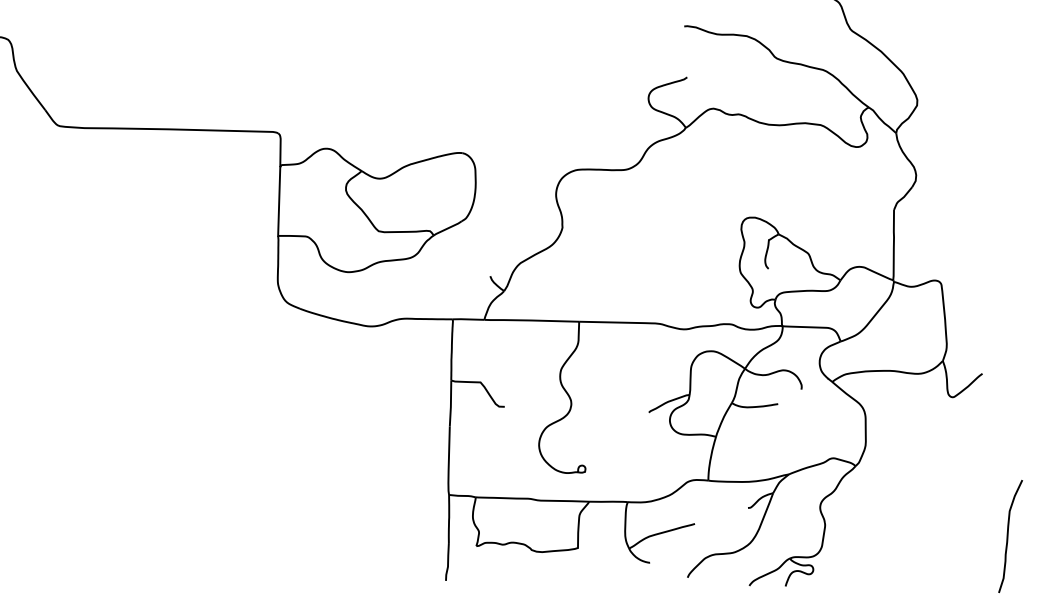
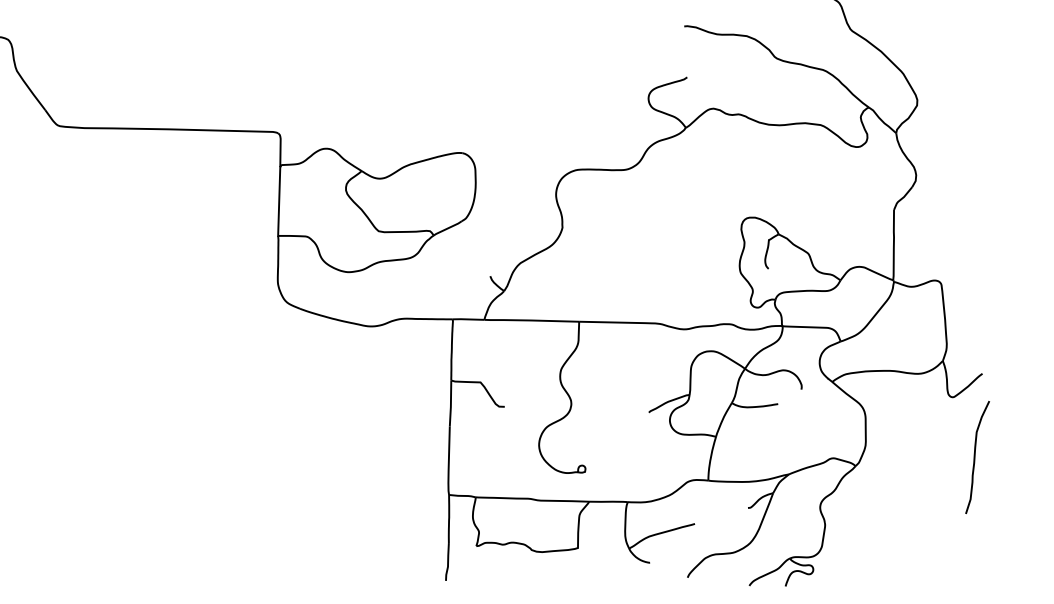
curve at (1008, 536) position: (1008, 536) -> (975, 457)
